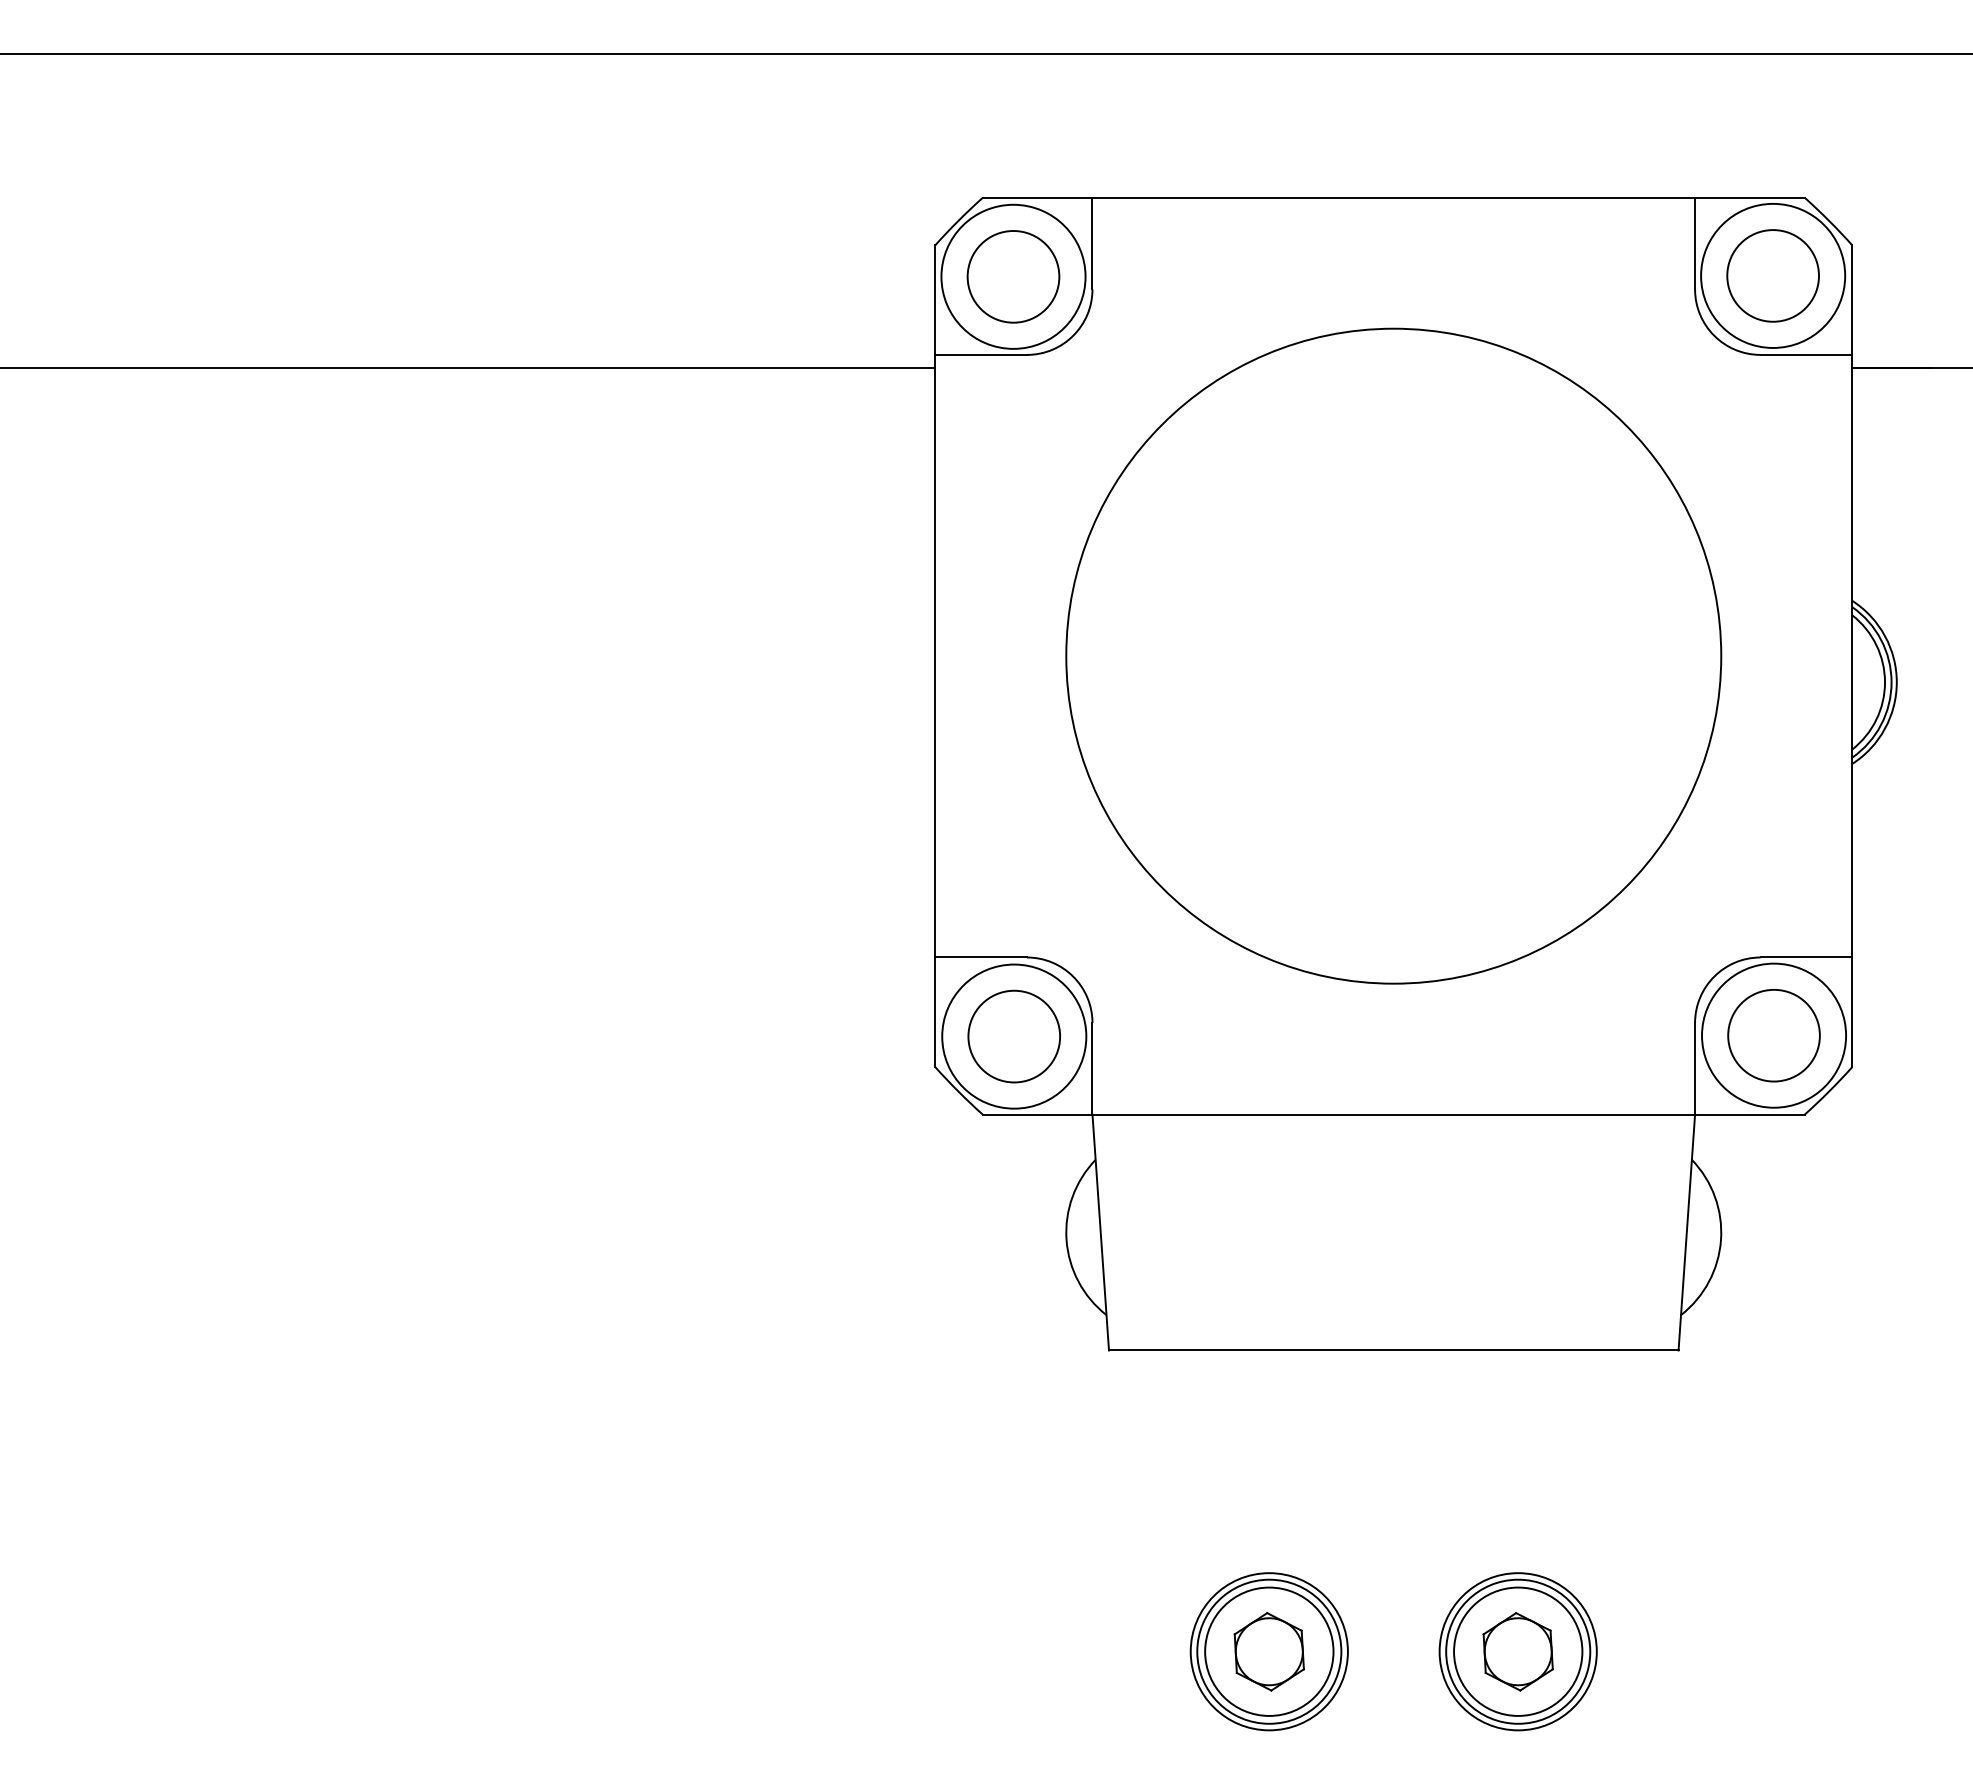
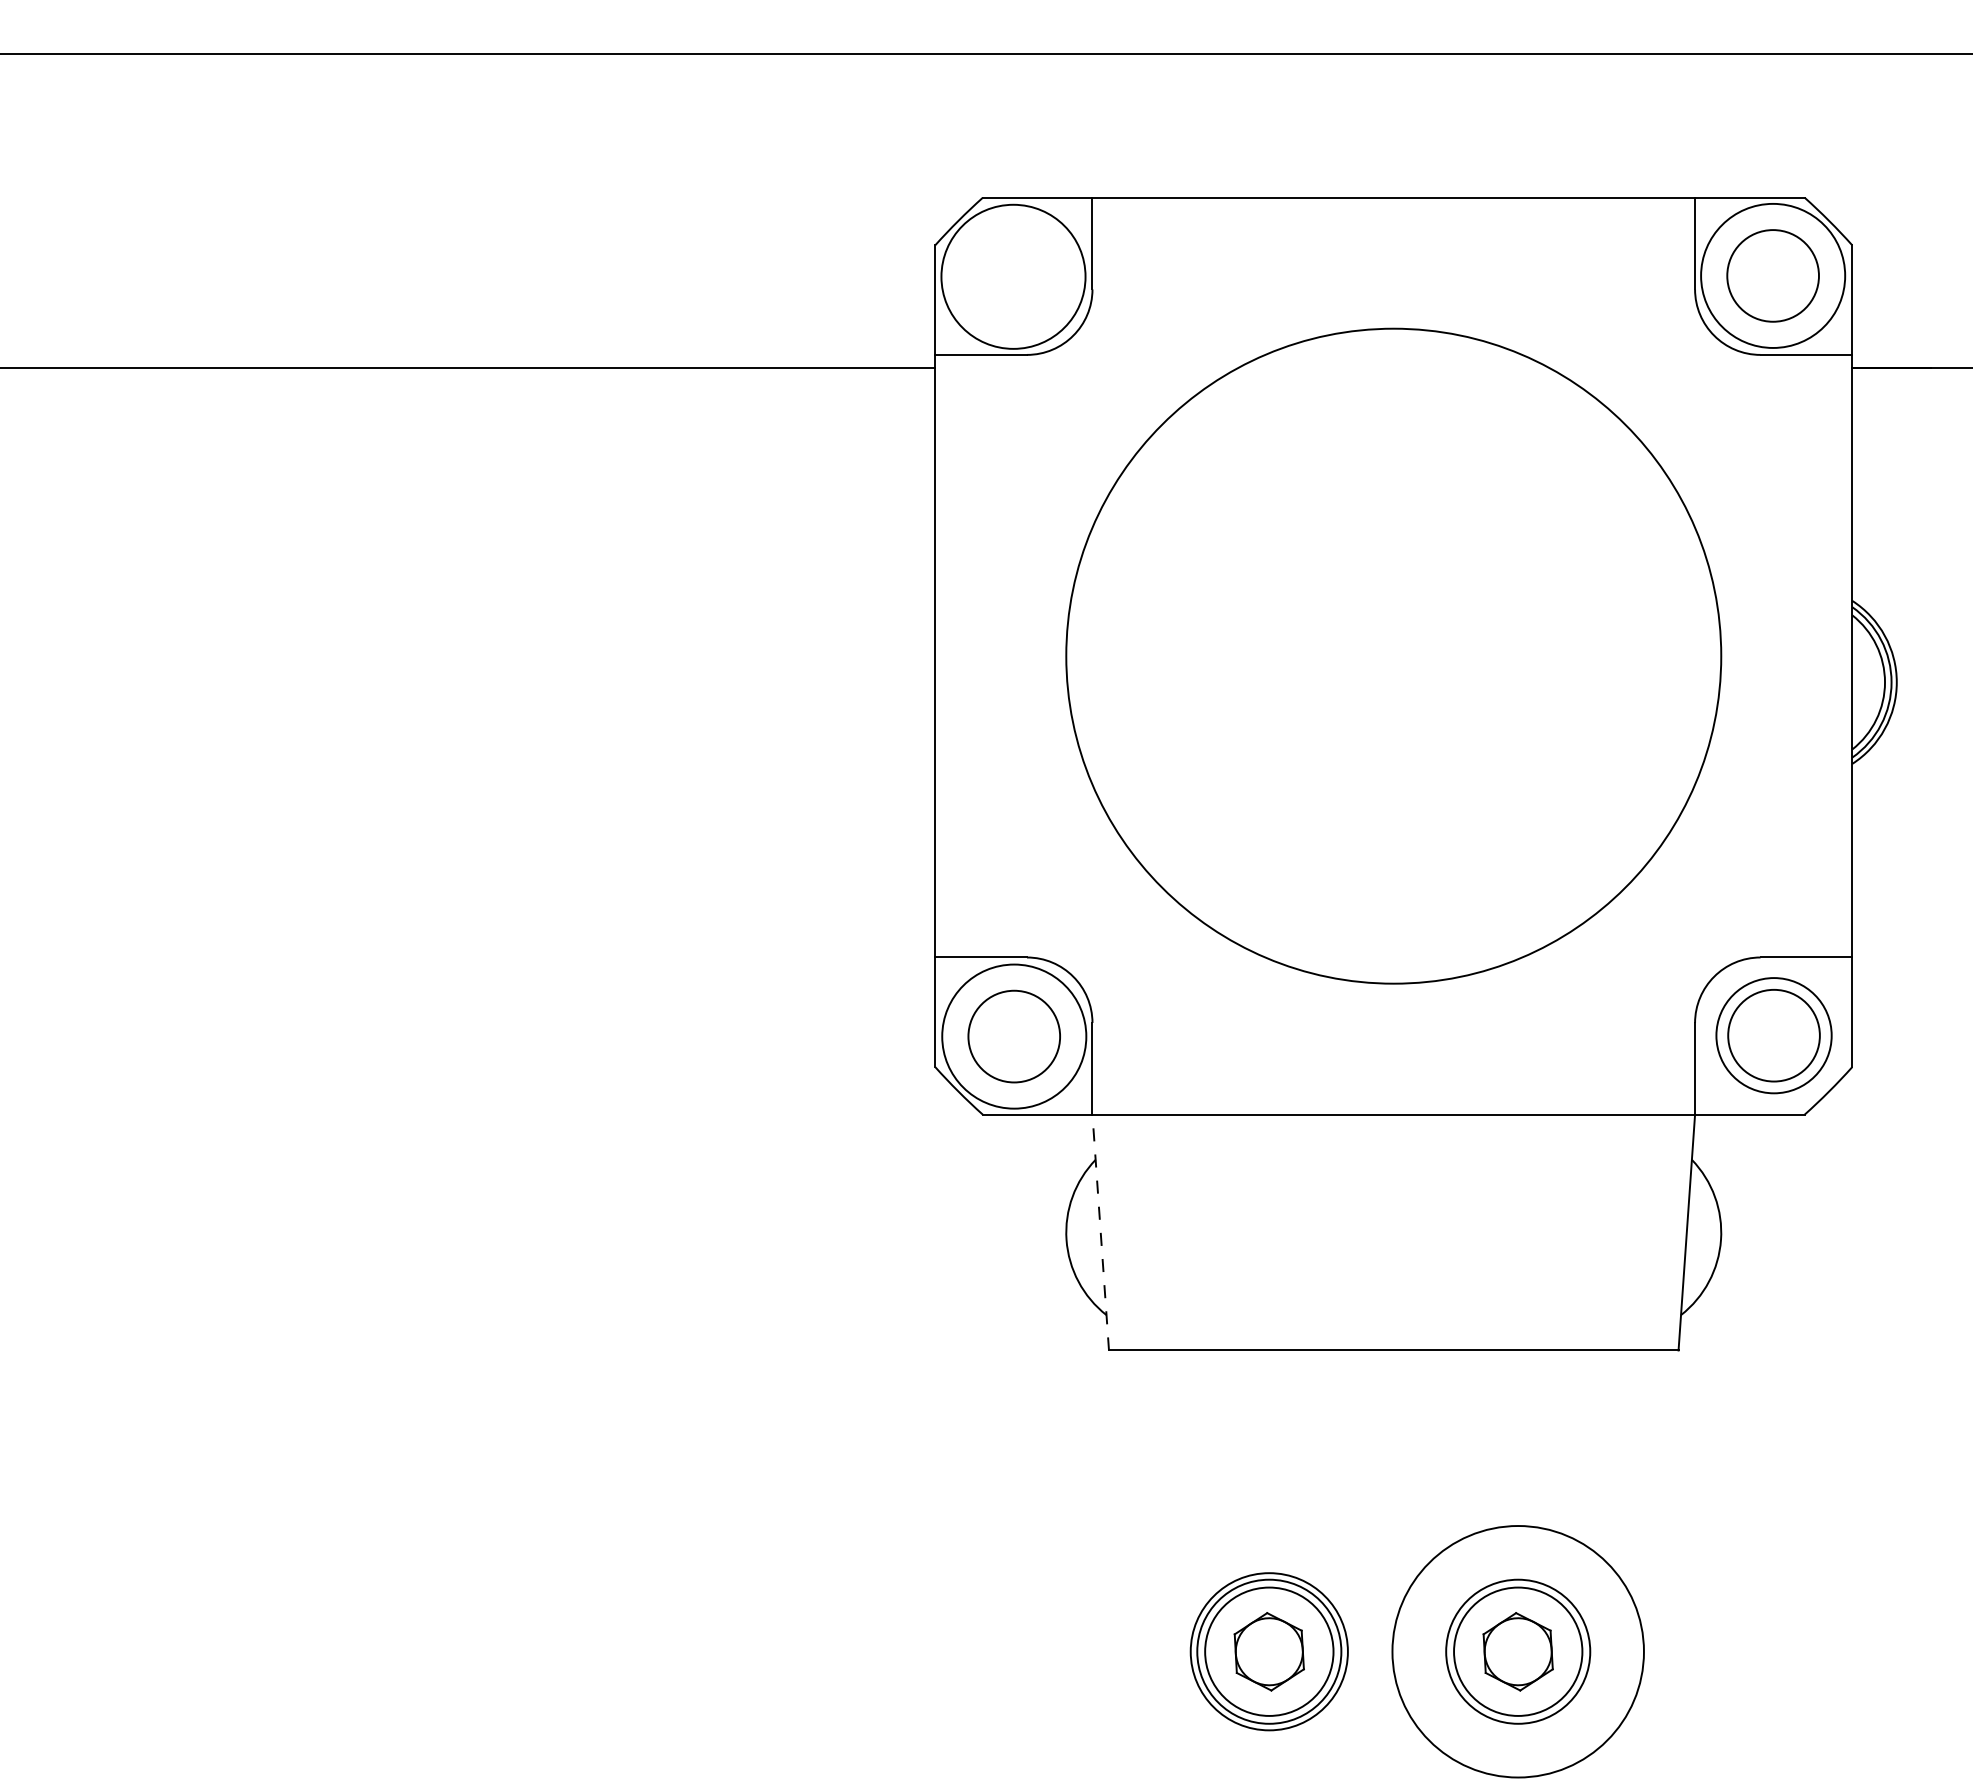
circle at (1013, 276): present -> none
circle at (1774, 1035) diameter: 144 px -> 115 px
line at (1100, 1232): solid -> dashed
circle at (1517, 1651) diameter: 157 px -> 252 px
